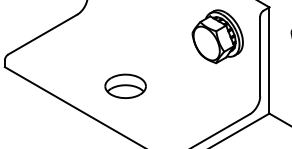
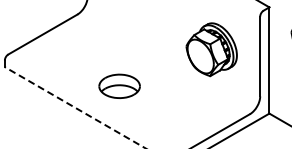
part at (217, 36) position: (217, 36) -> (211, 49)
part at (125, 85) position: (125, 85) -> (119, 85)
line at (75, 107): solid -> dashed
